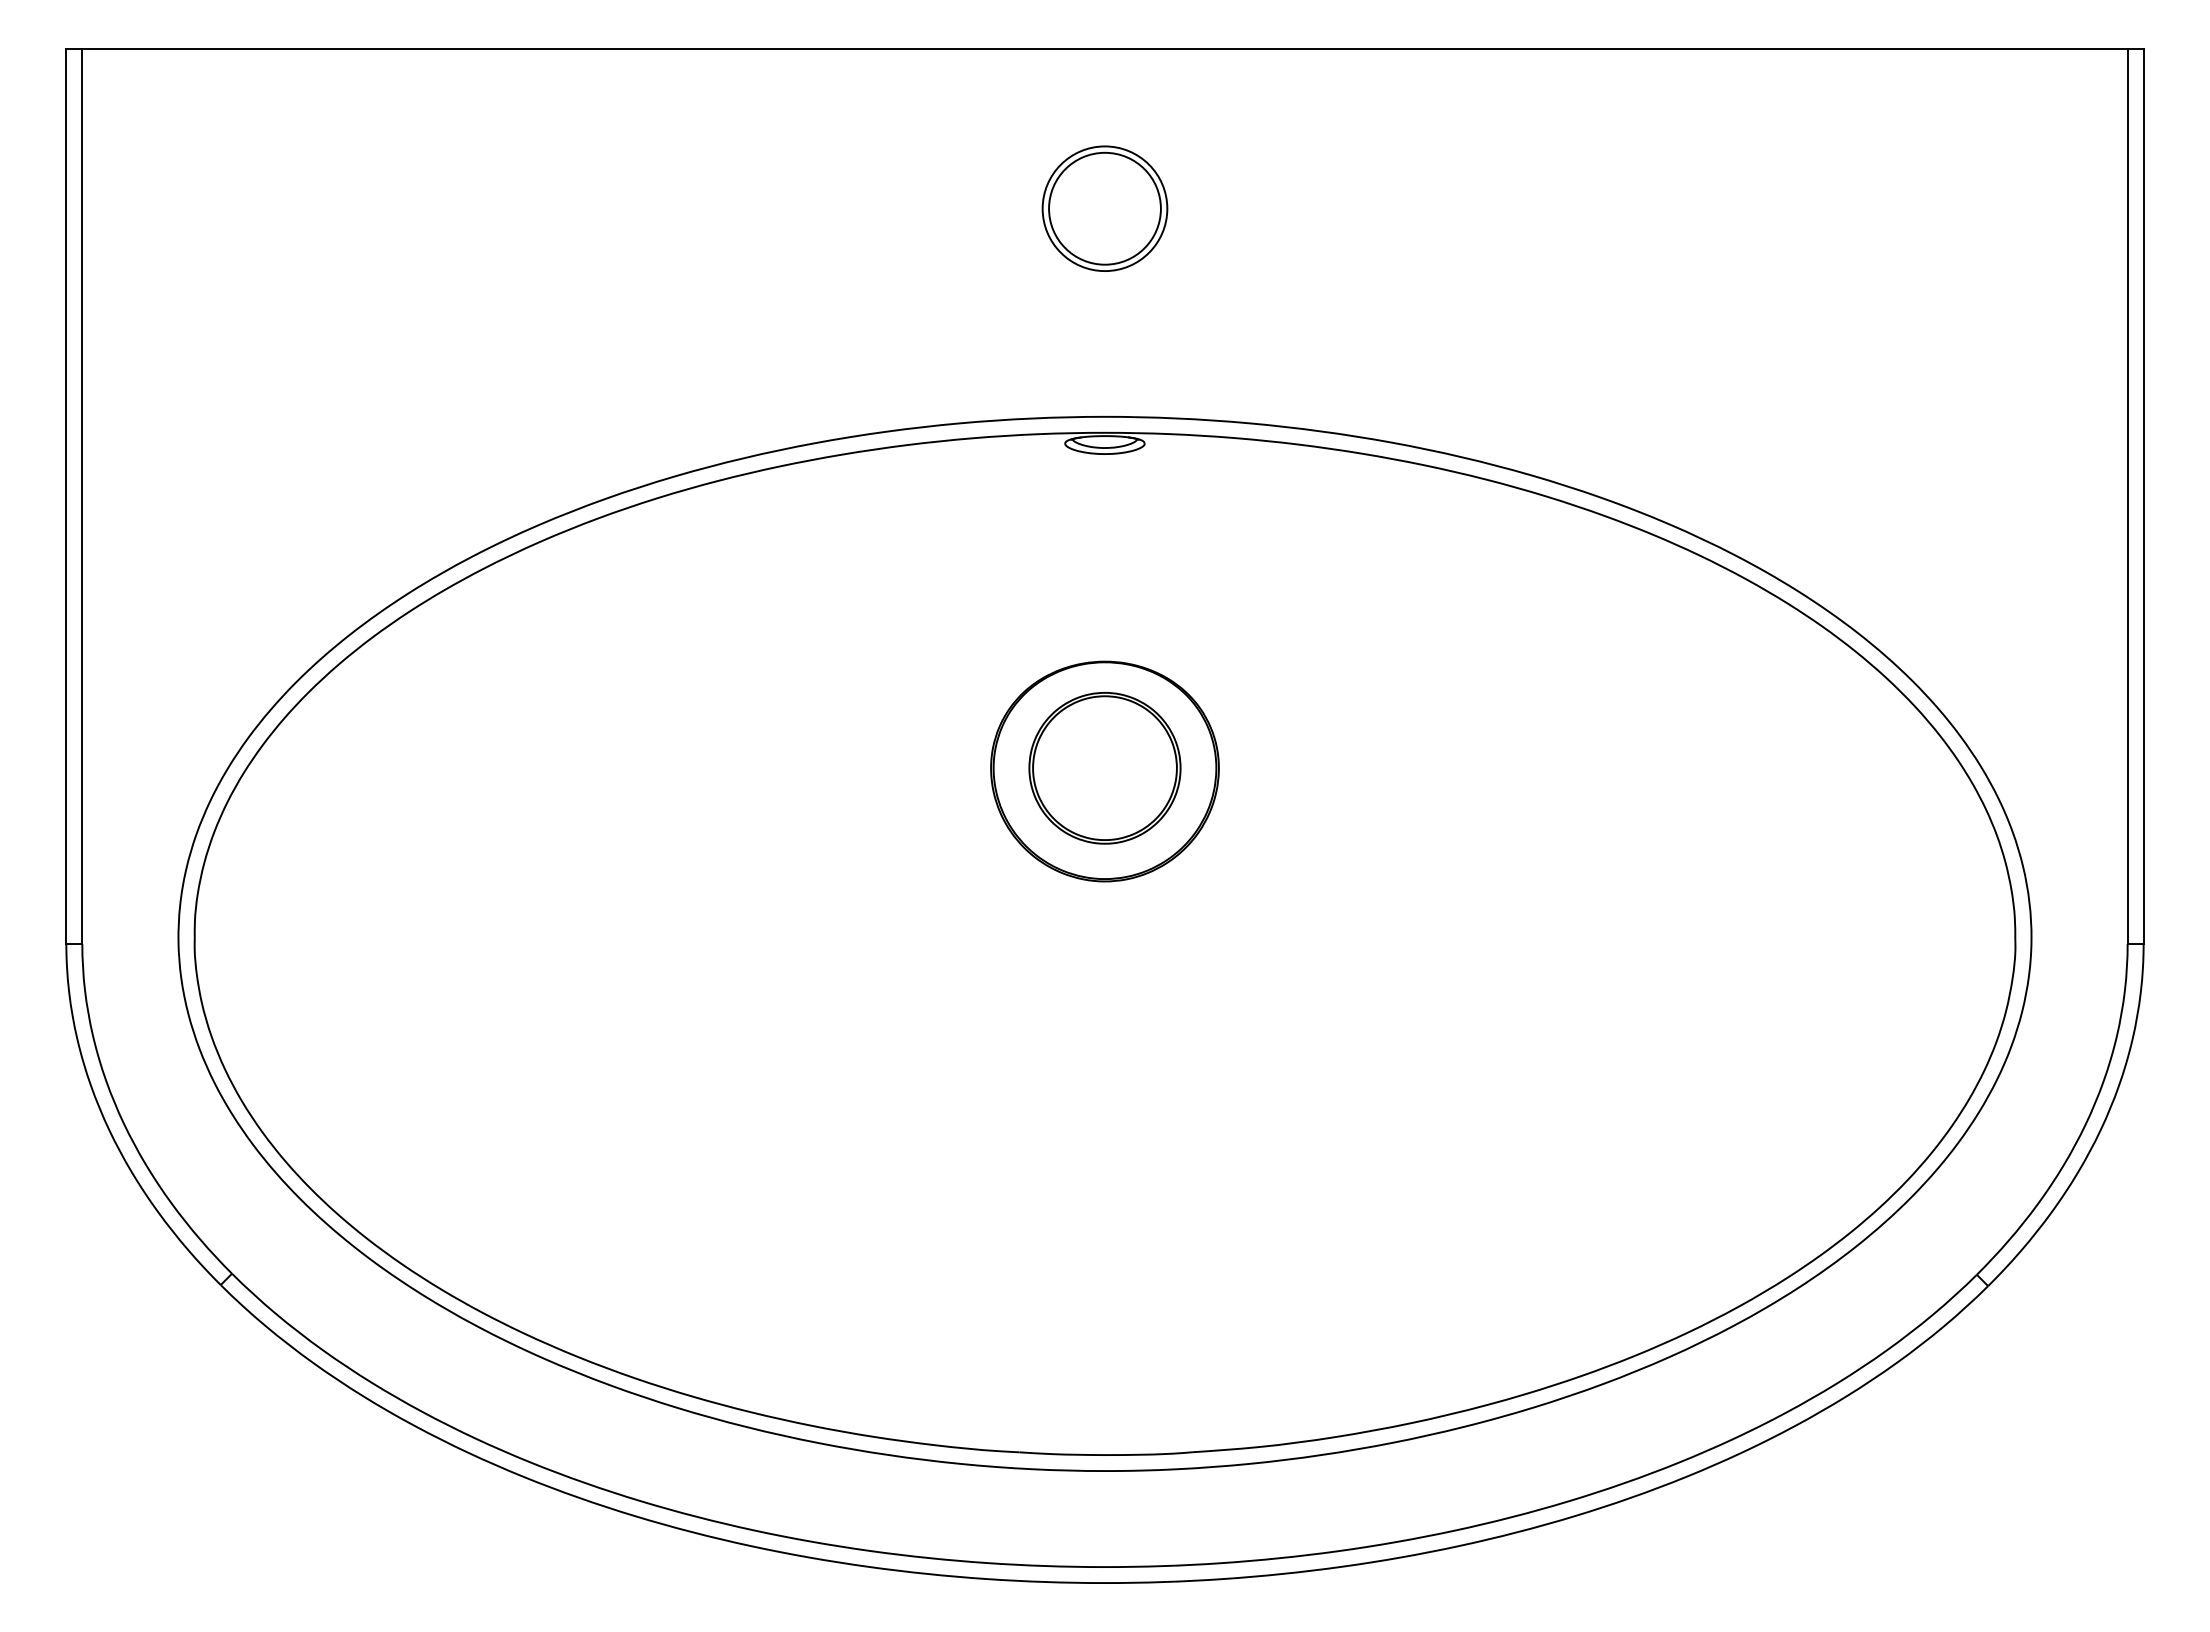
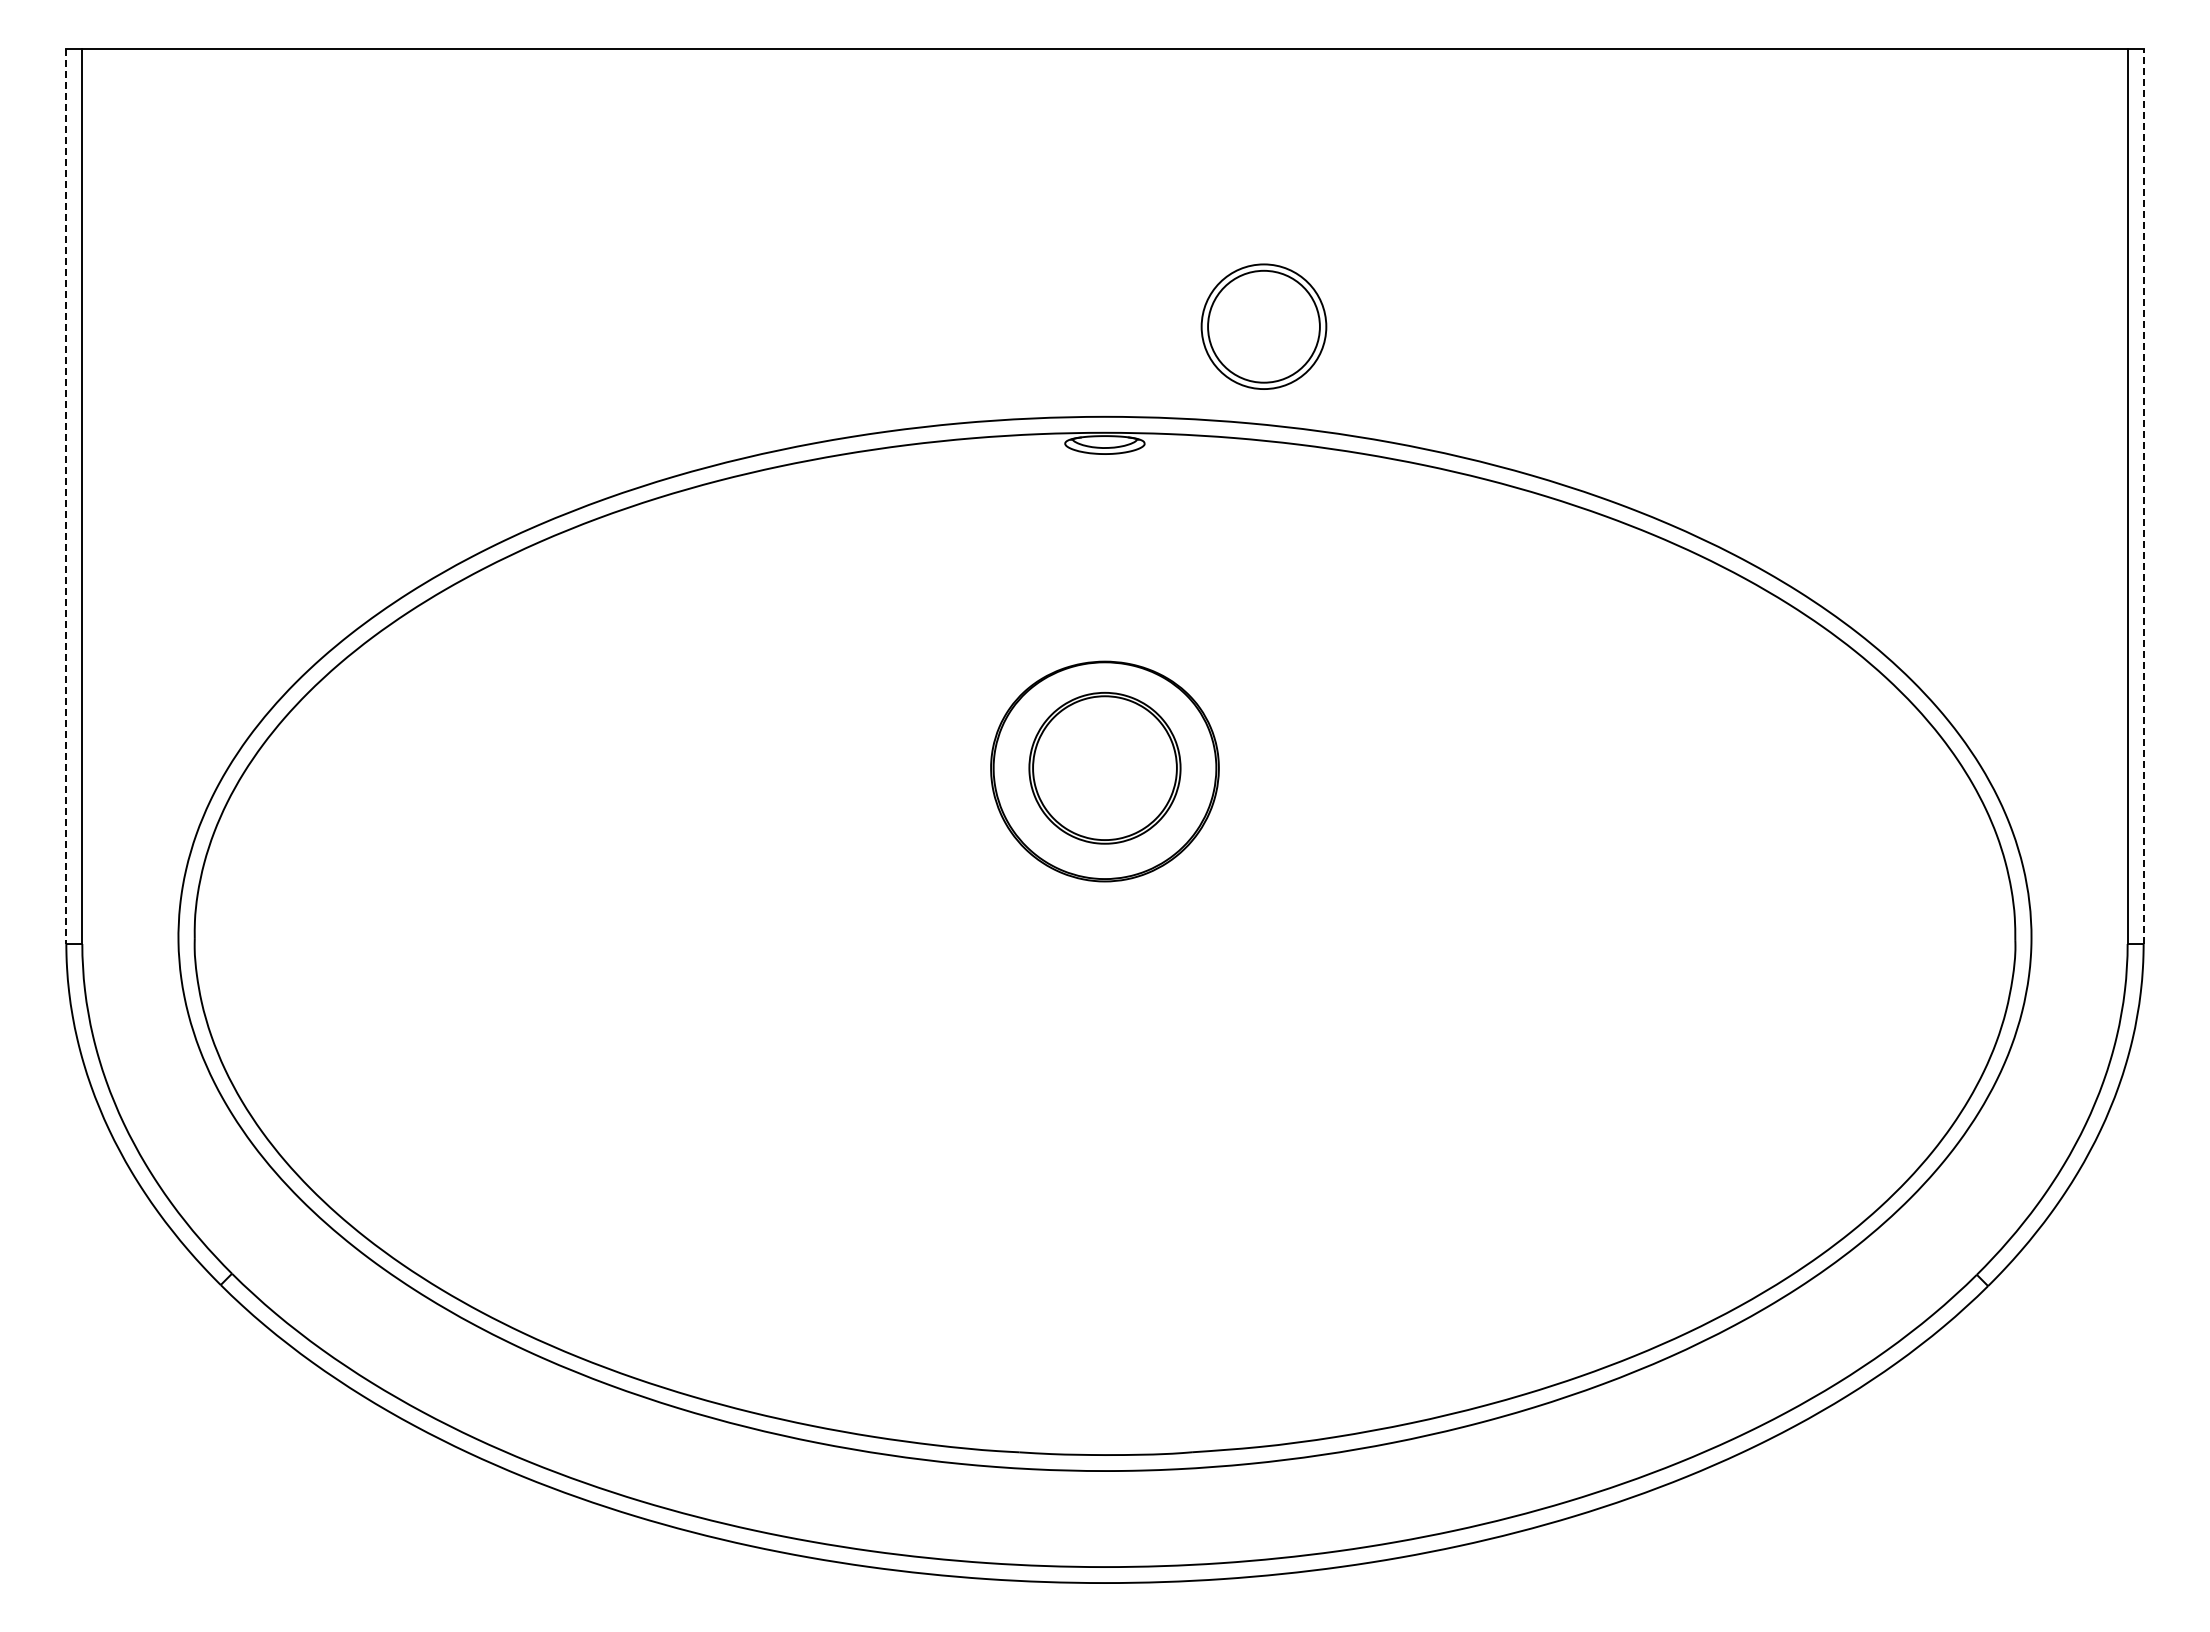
part at (1104, 208) position: (1104, 208) -> (1263, 326)
line at (66, 496): solid -> dashed
line at (2143, 496): solid -> dashed
